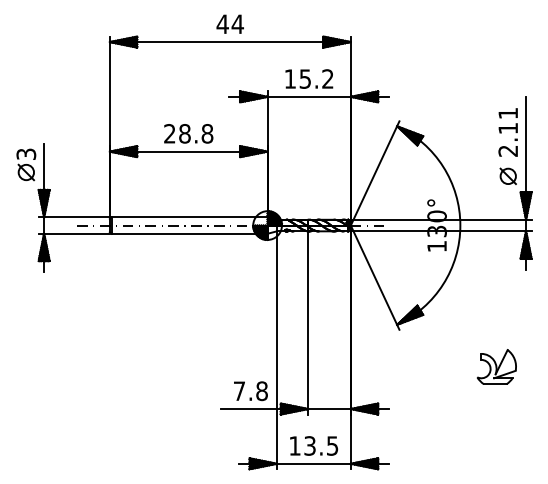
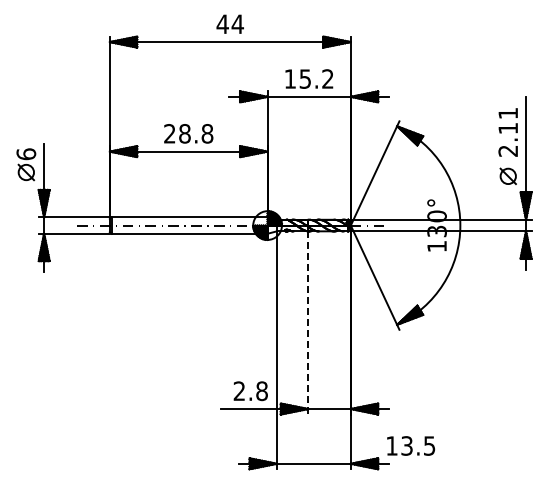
text at (26, 154): 3 -> 6
line at (308, 322): solid -> dashed
part at (496, 366): present -> none
text at (238, 390): 7.8 -> 2.8
text at (314, 445) position: (314, 445) -> (411, 445)
